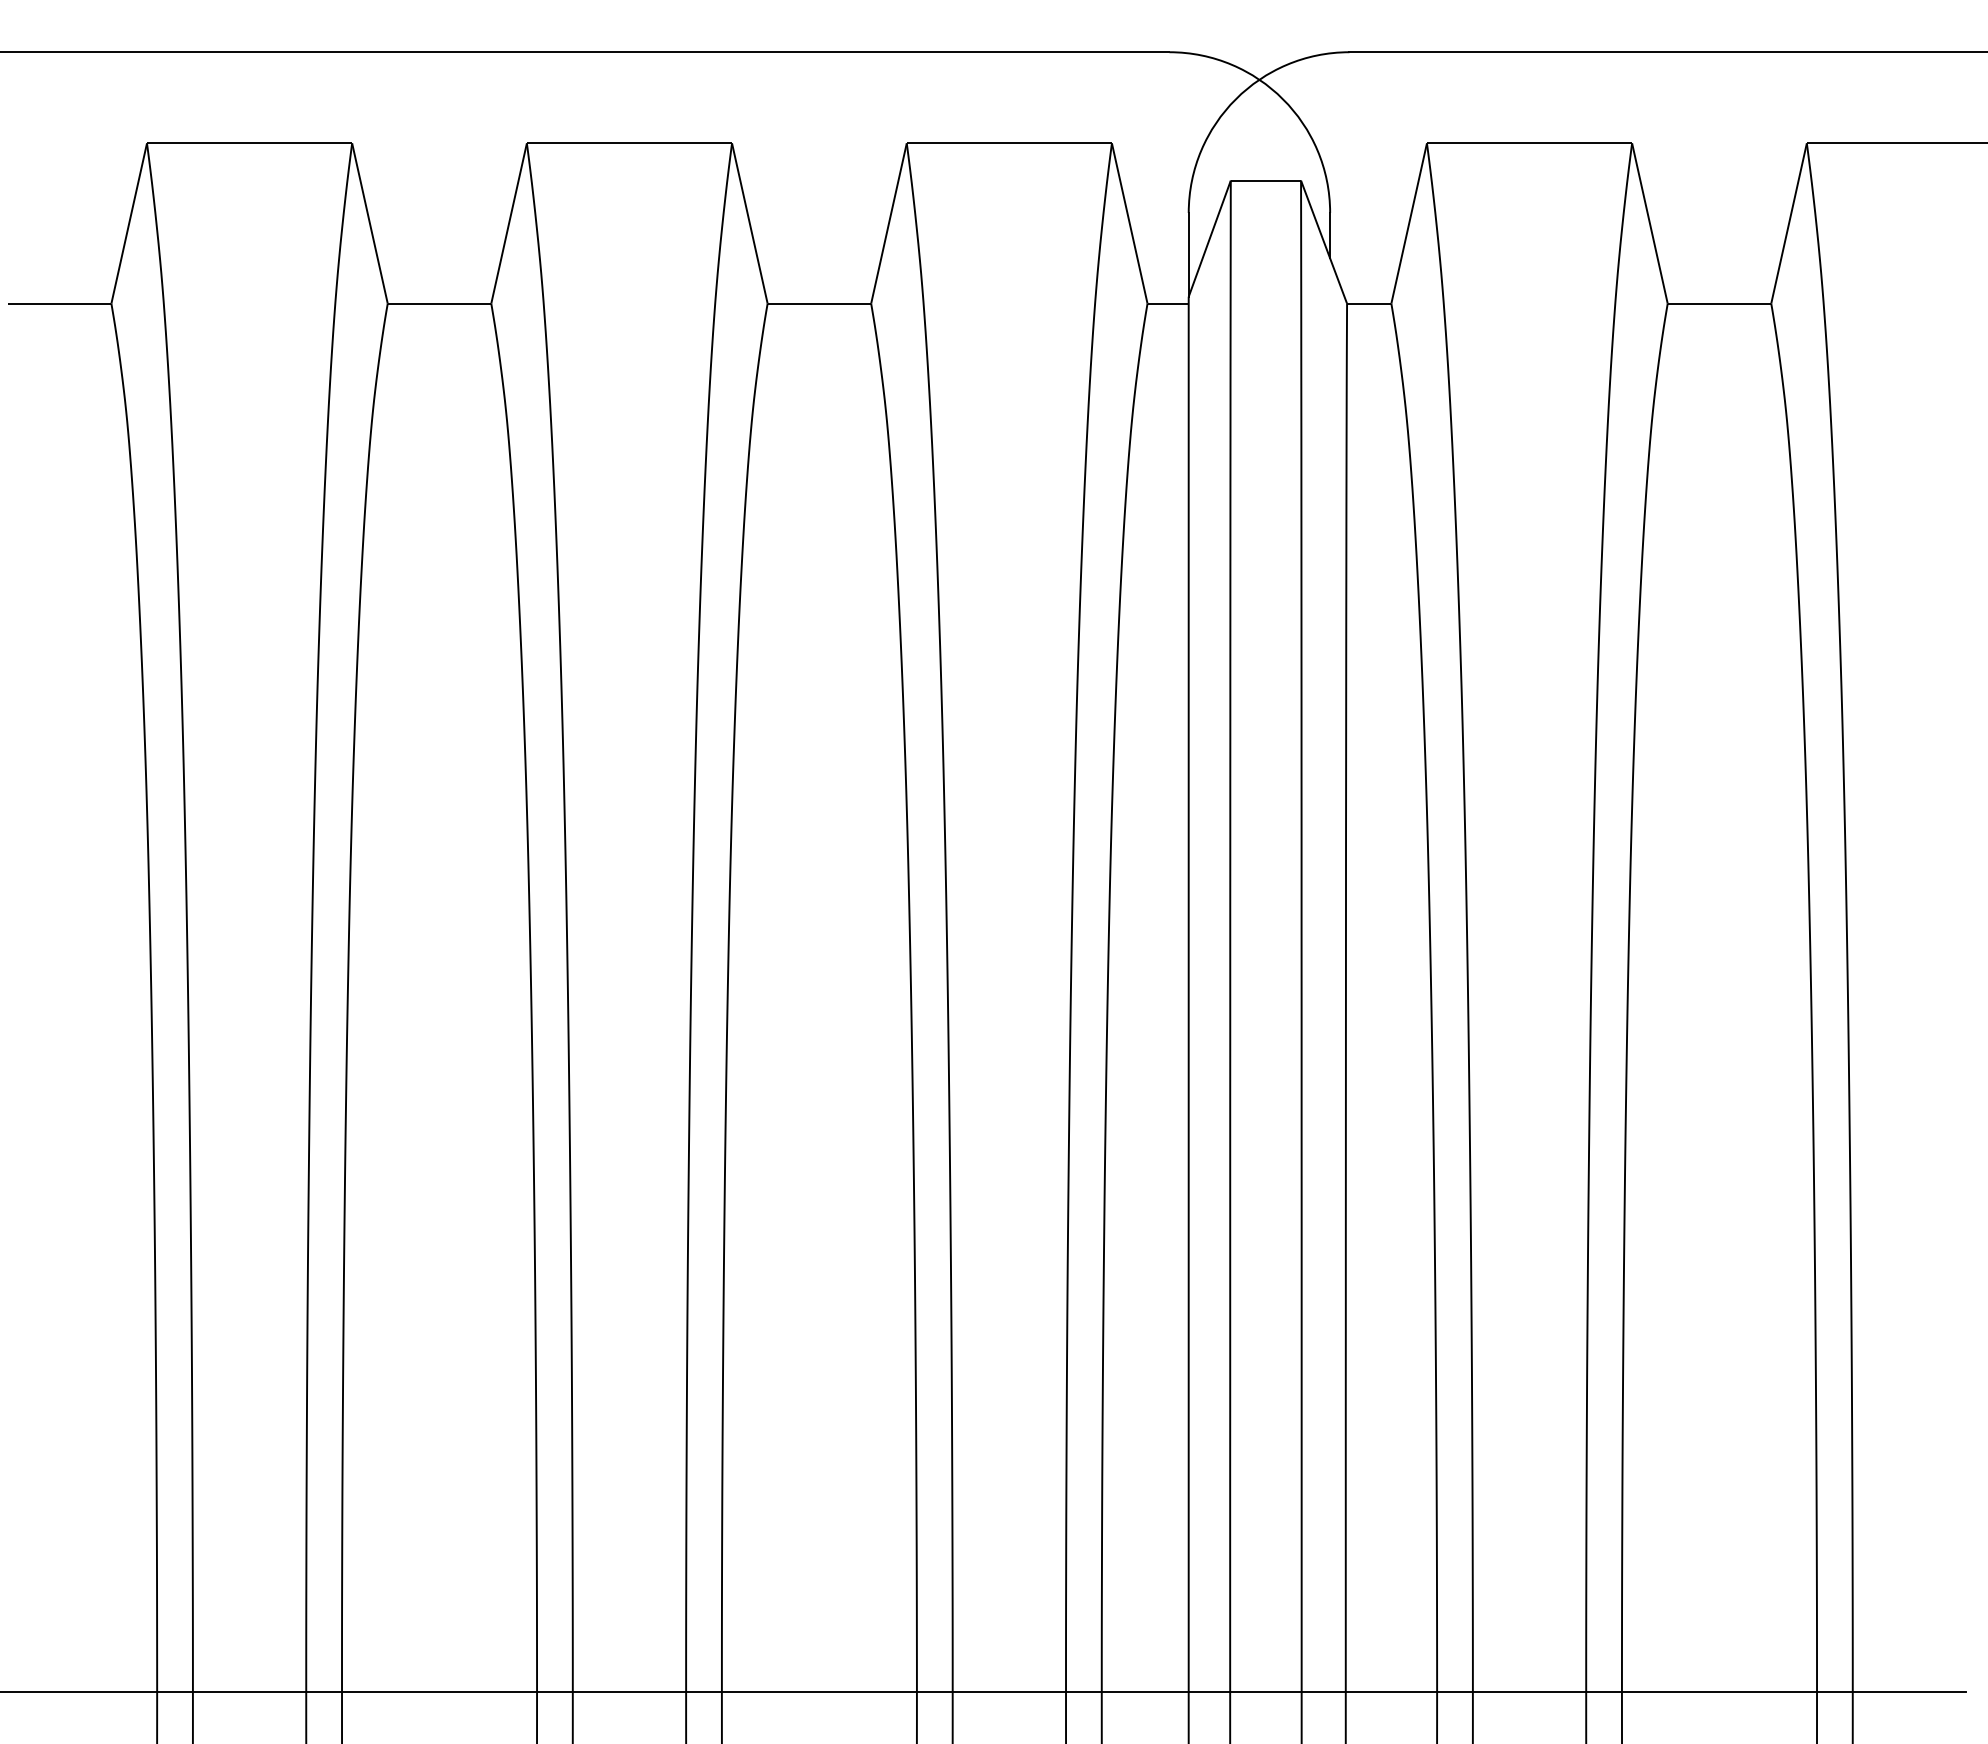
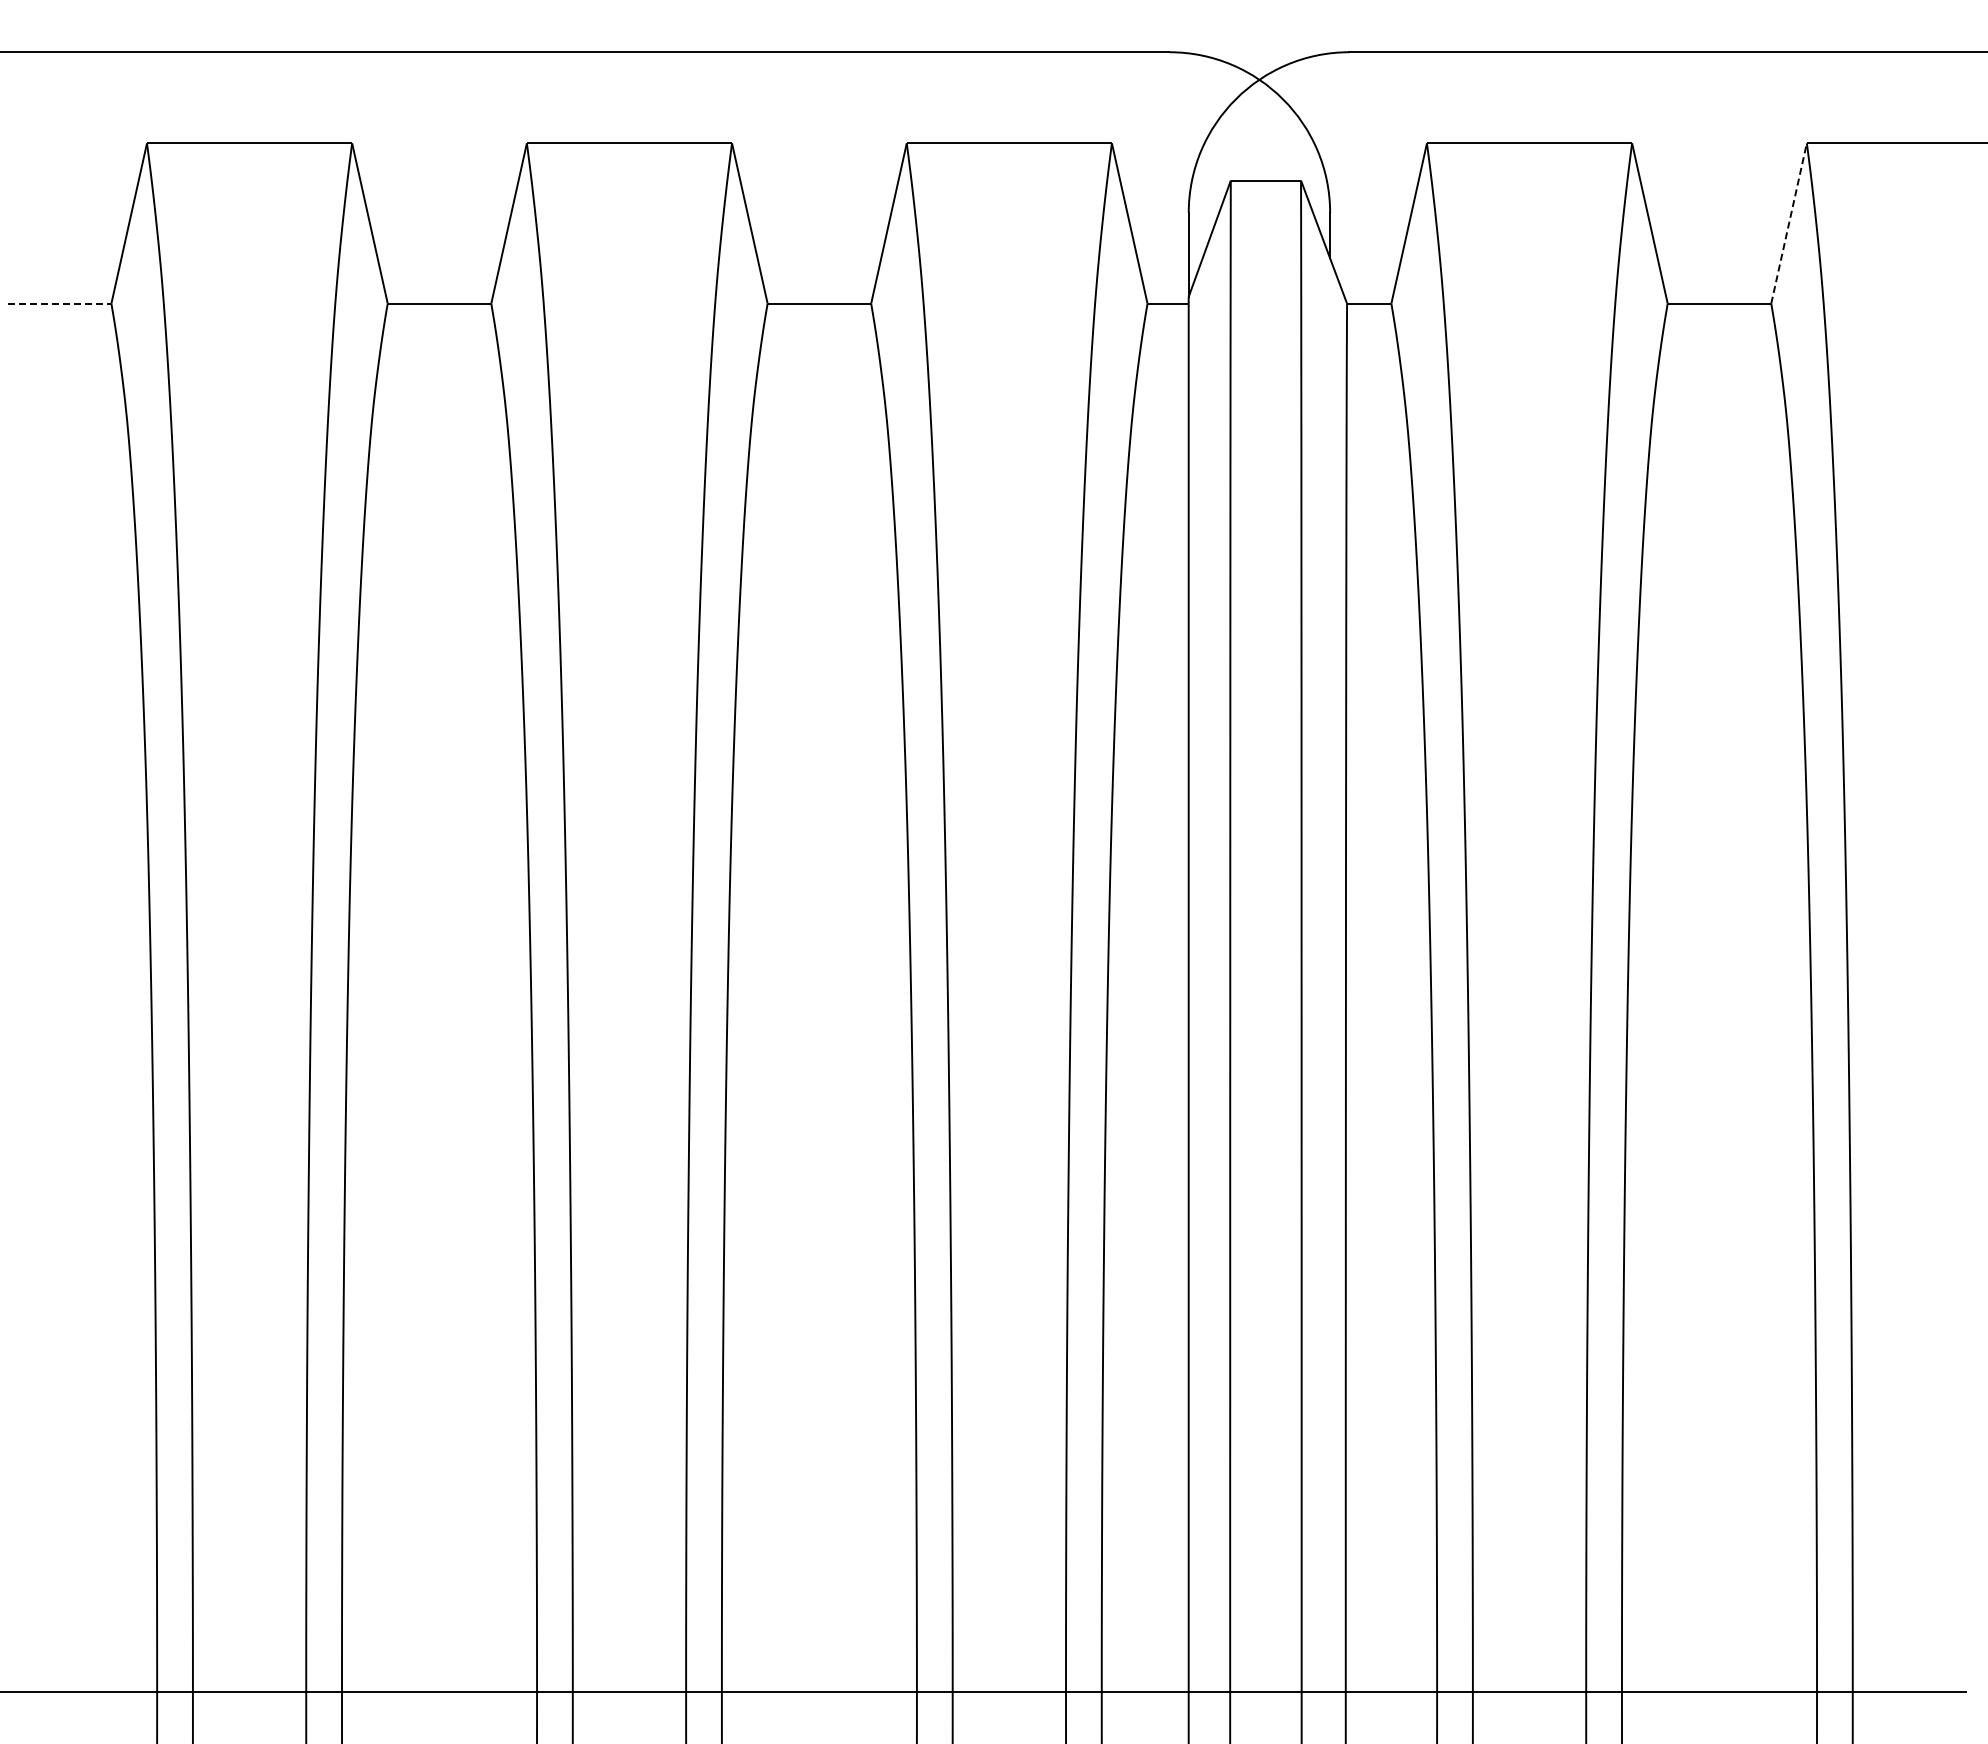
line at (1789, 223): solid -> dashed
line at (59, 303): solid -> dashed
